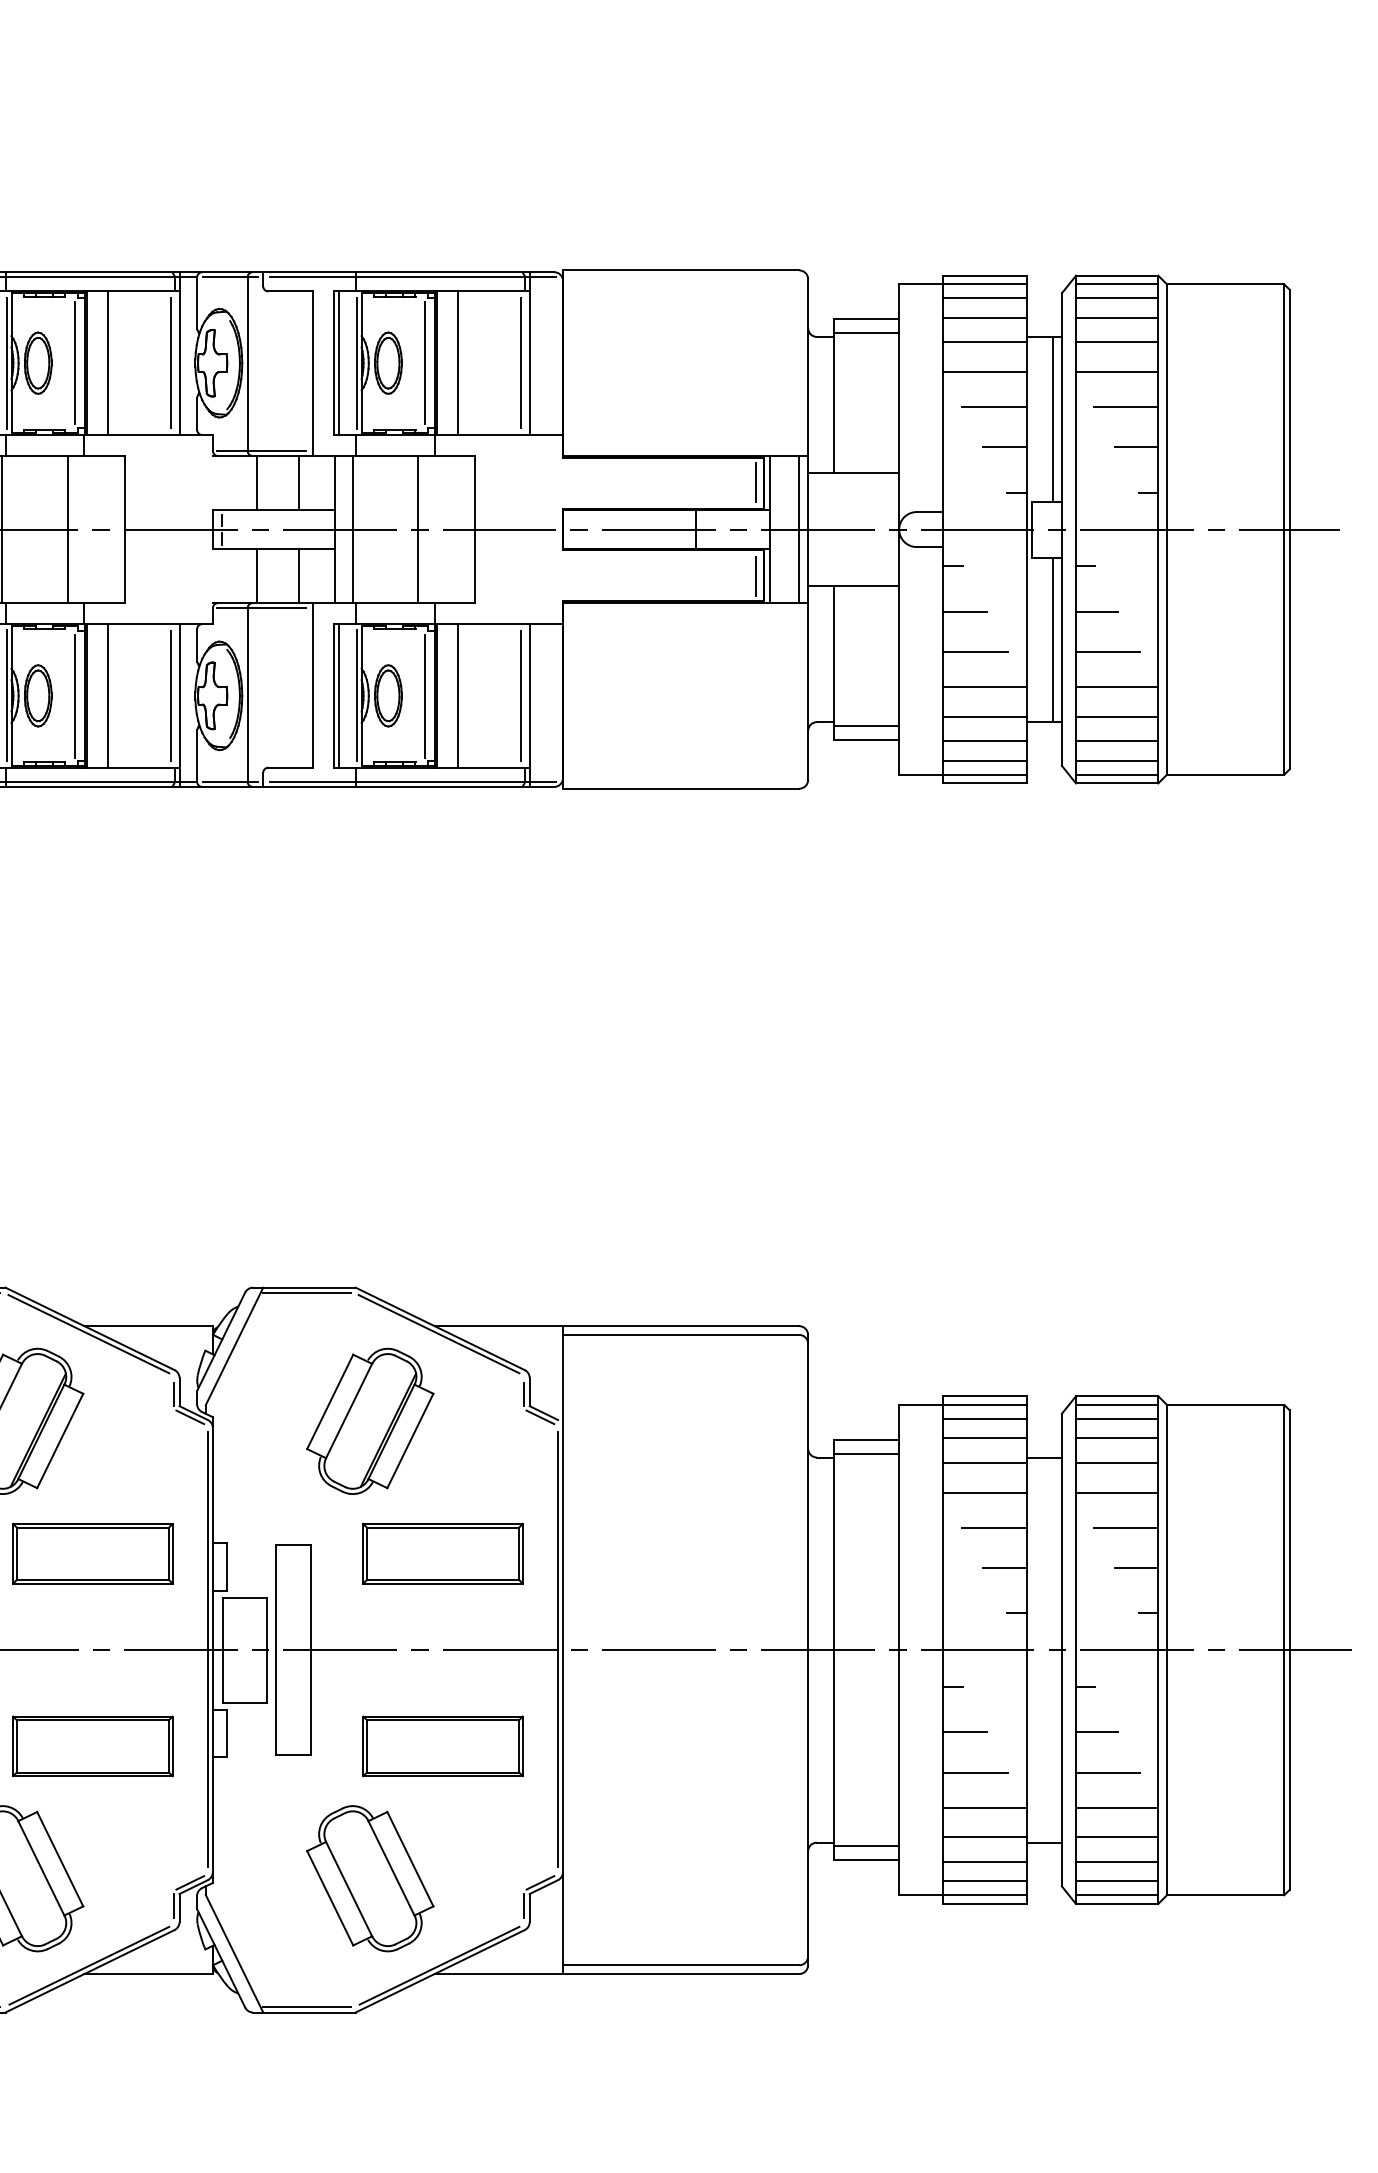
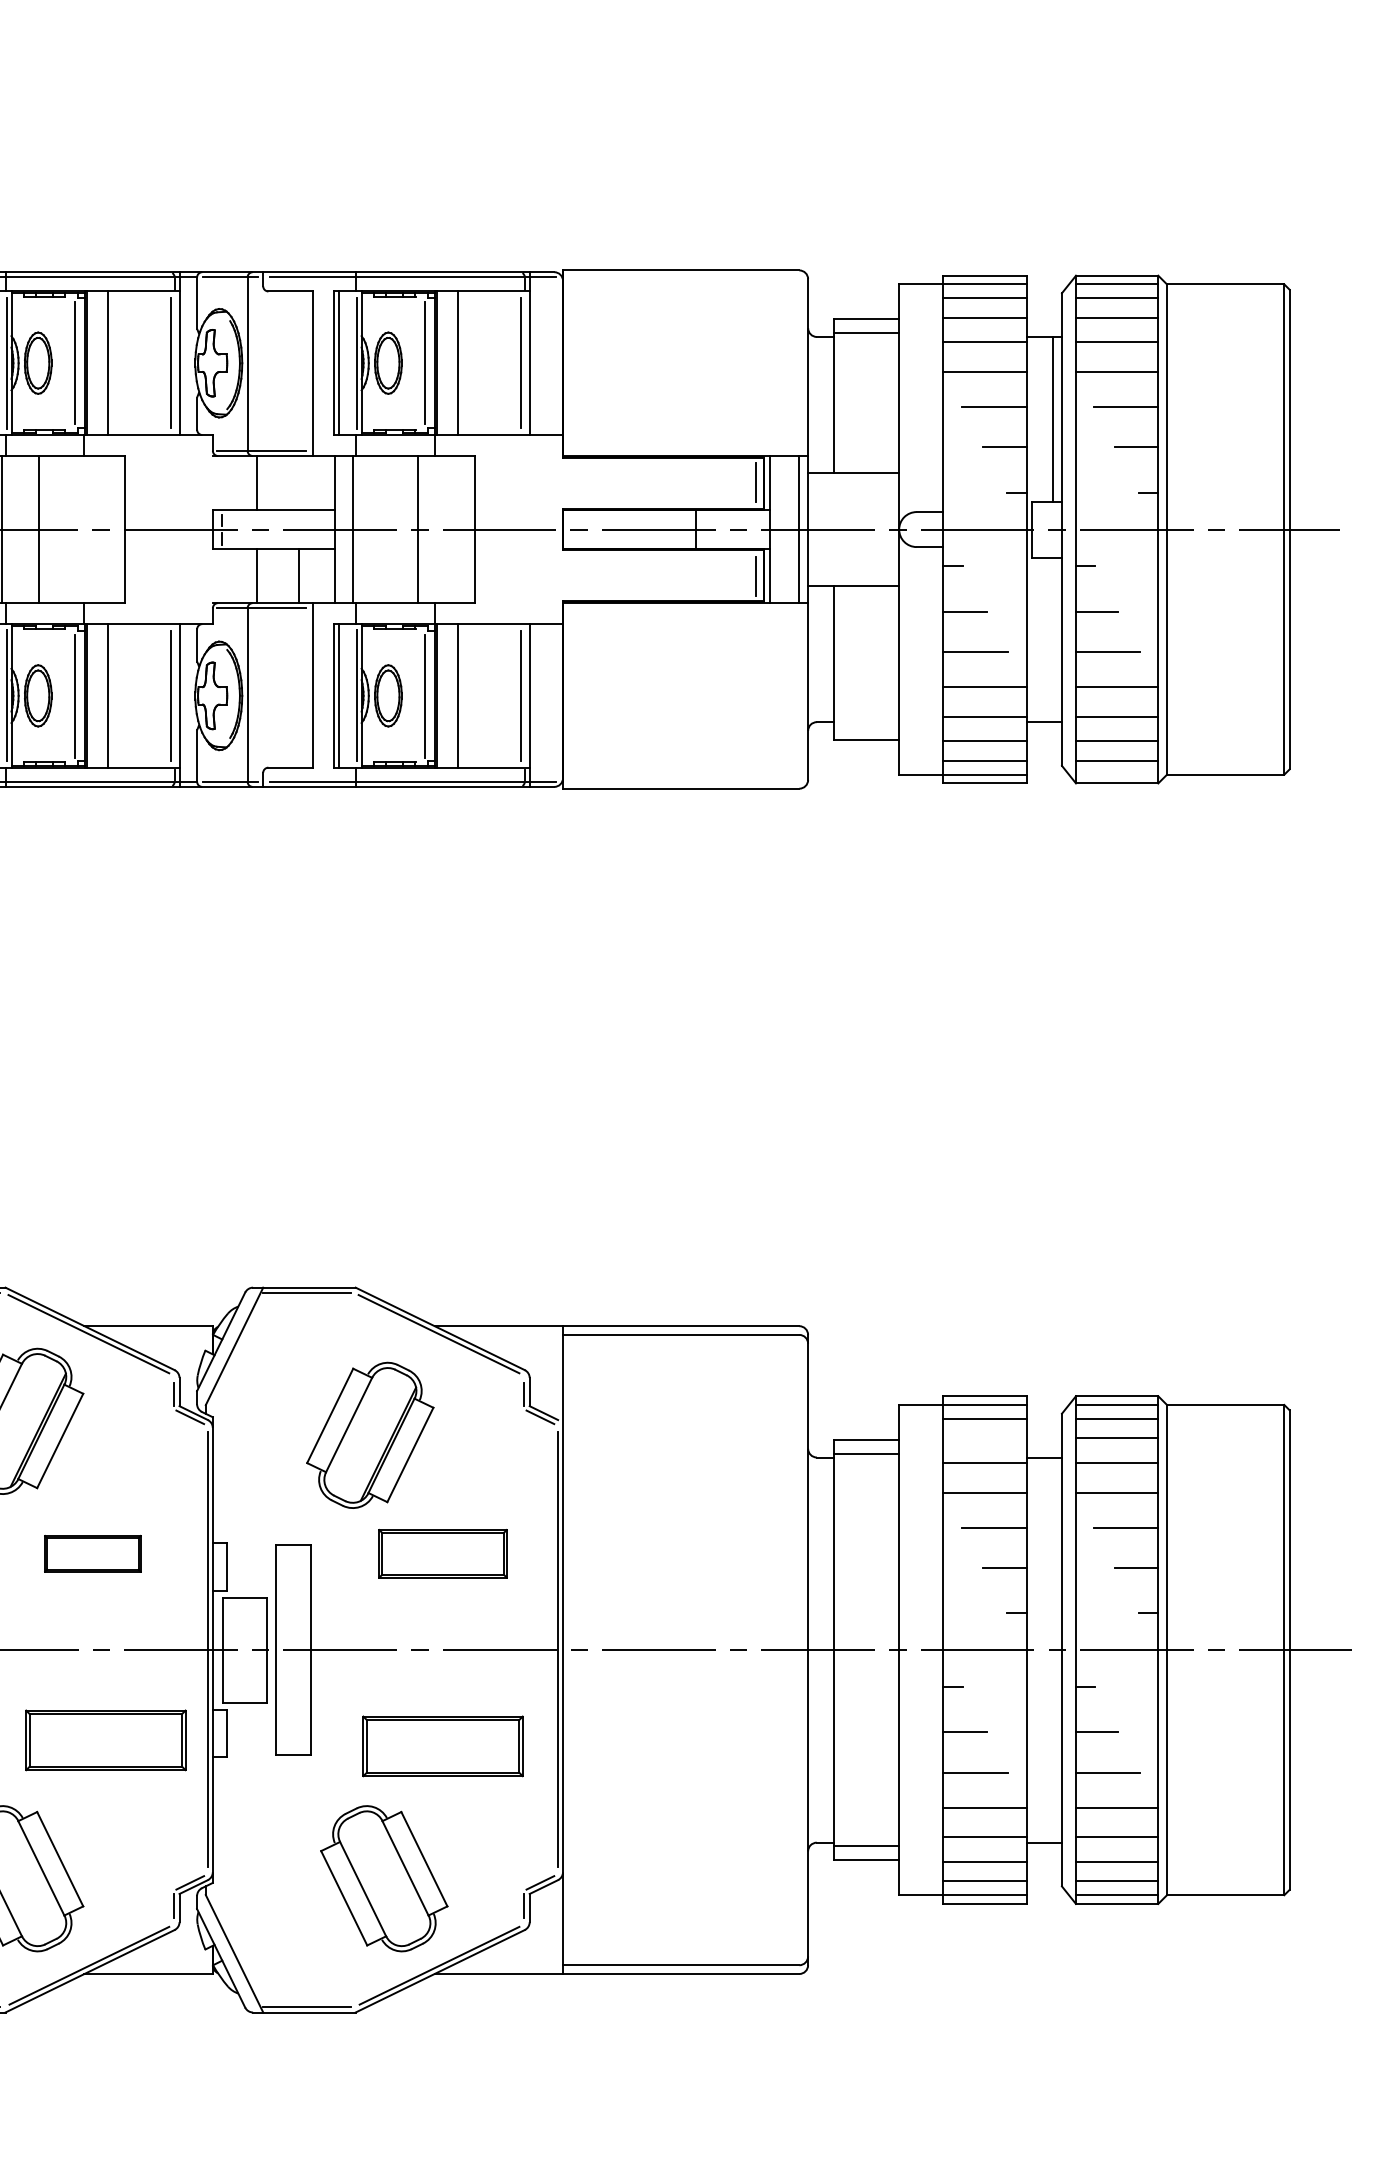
line at (298, 483): present -> none
line at (67, 529) position: (67, 529) -> (38, 529)
line at (1053, 639): present -> none
line at (866, 725): present -> none
line at (1117, 774): present -> none
part at (370, 1420) position: (370, 1420) -> (370, 1434)
line at (984, 1438): present -> none
part at (92, 1553) size: 162x62 px -> 98x38 px
part at (442, 1553) size: 162x62 px -> 130x50 px
part at (92, 1746) position: (92, 1746) -> (105, 1740)
part at (370, 1878) position: (370, 1878) -> (384, 1878)
